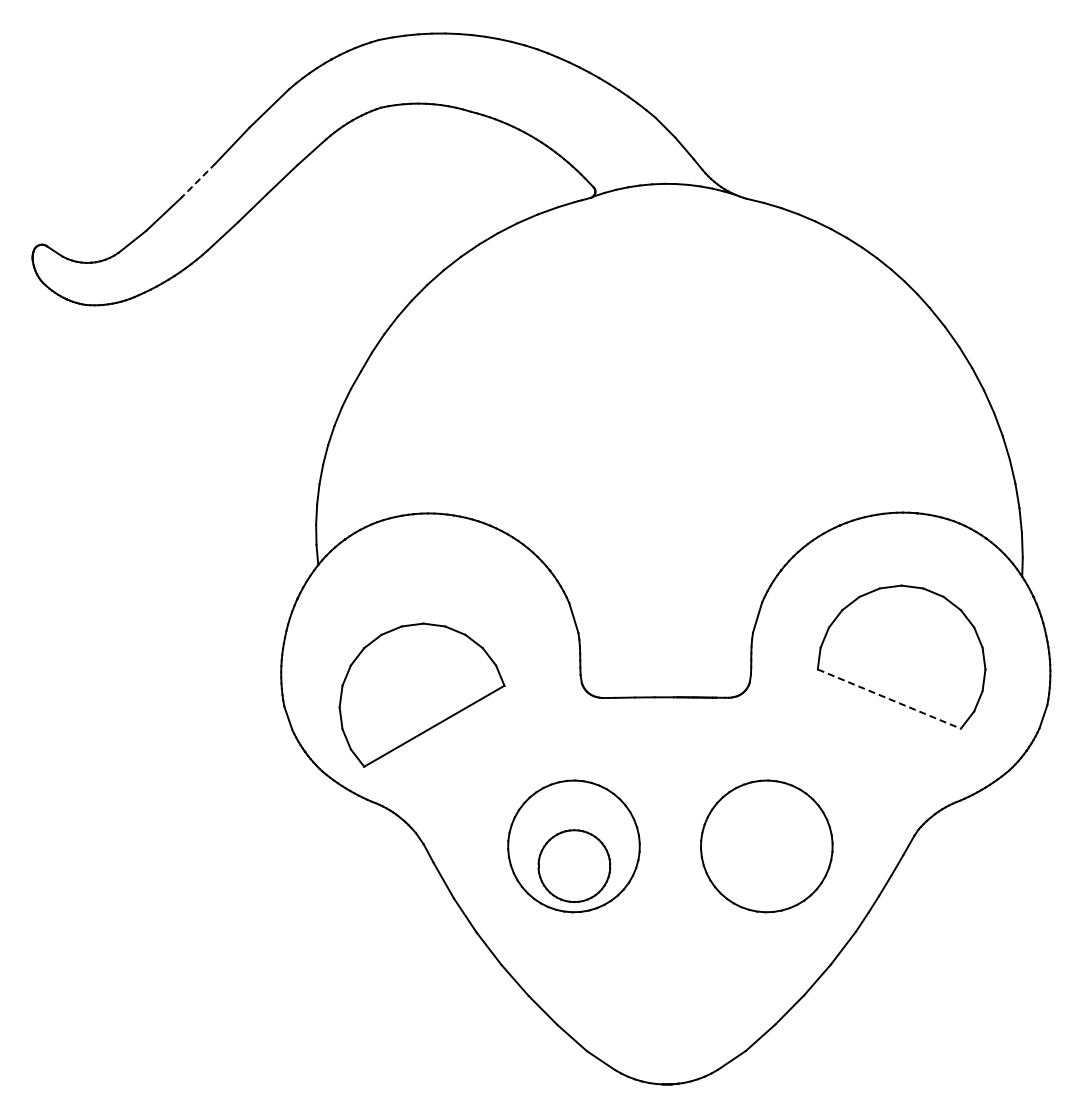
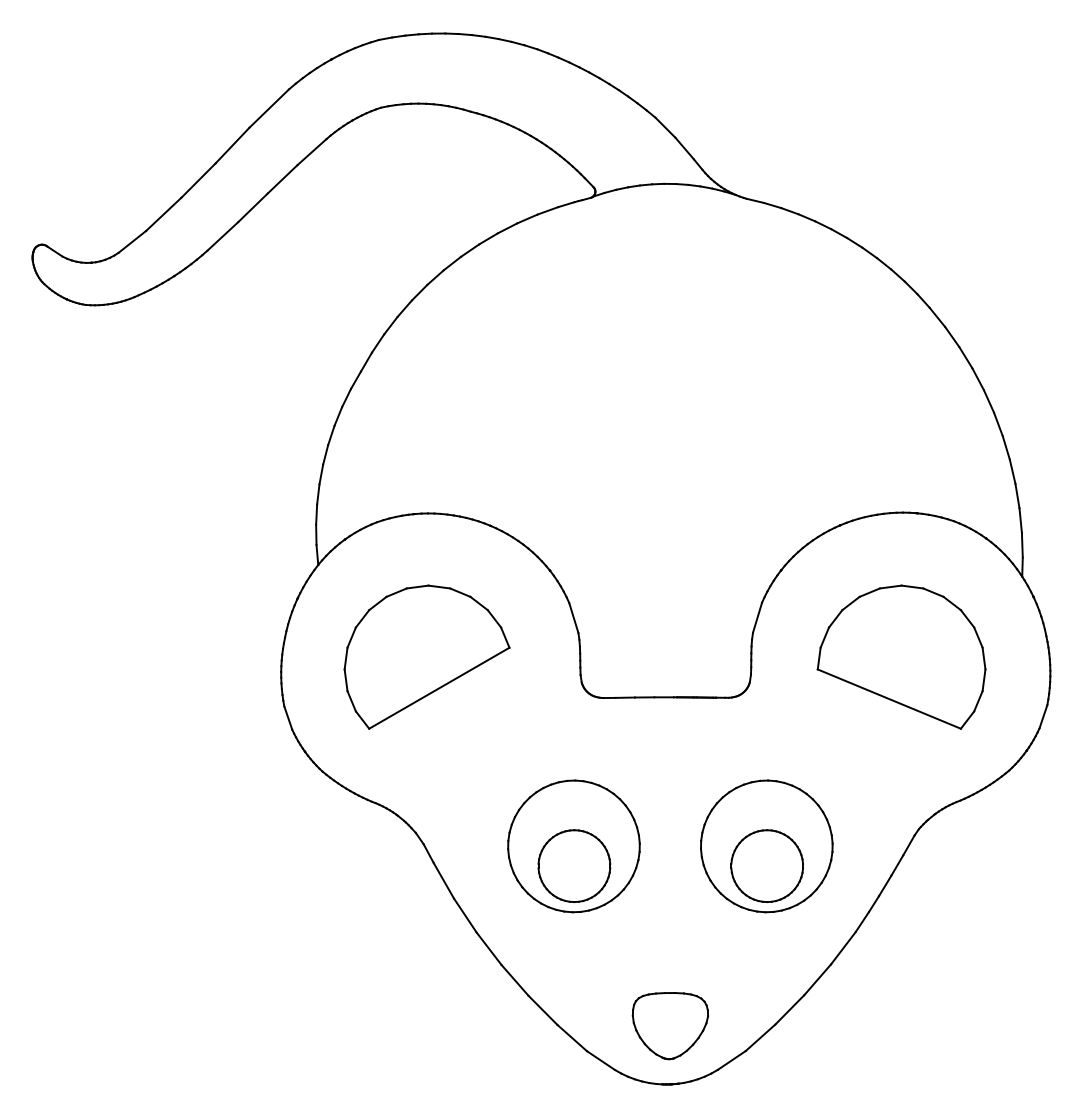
line at (198, 180): dashed -> solid
part at (421, 694) position: (421, 694) -> (426, 656)
line at (889, 699): dashed -> solid
part at (766, 865): none -> present
part at (669, 1026): none -> present
